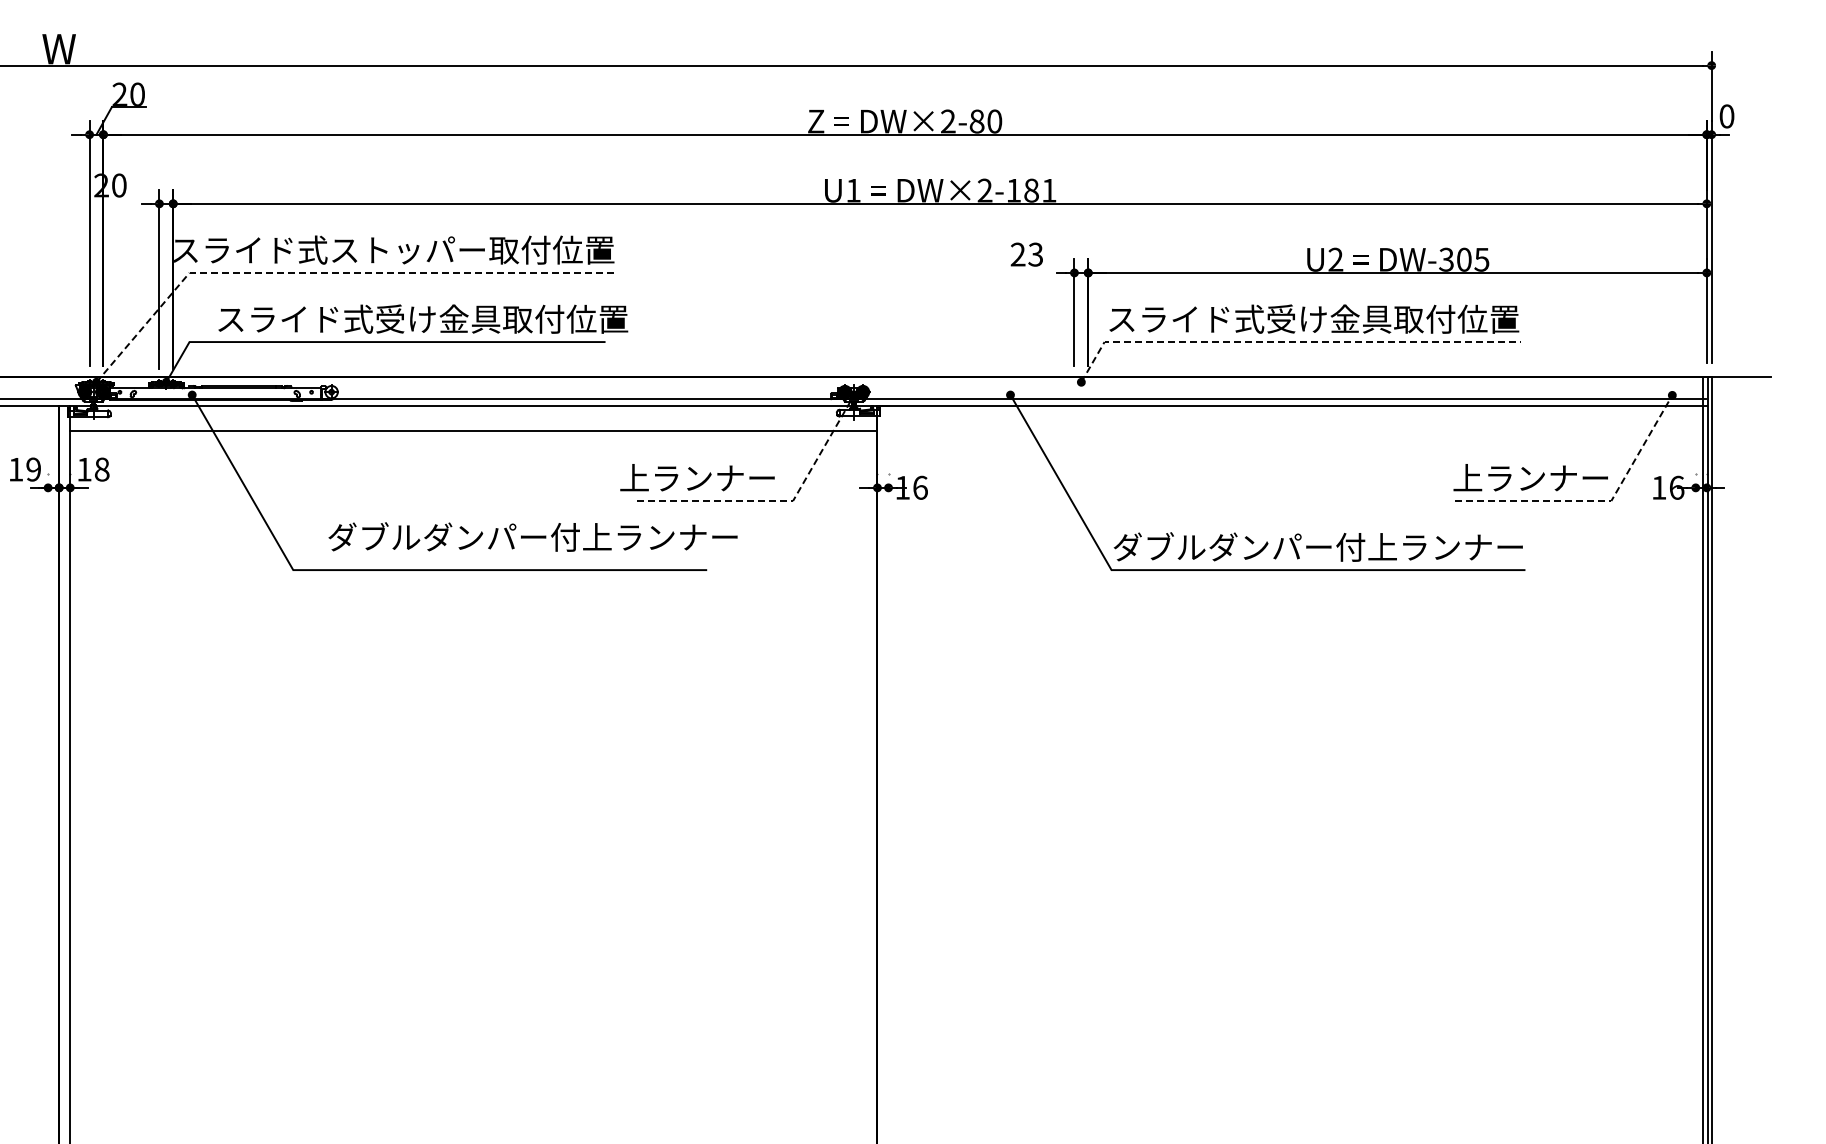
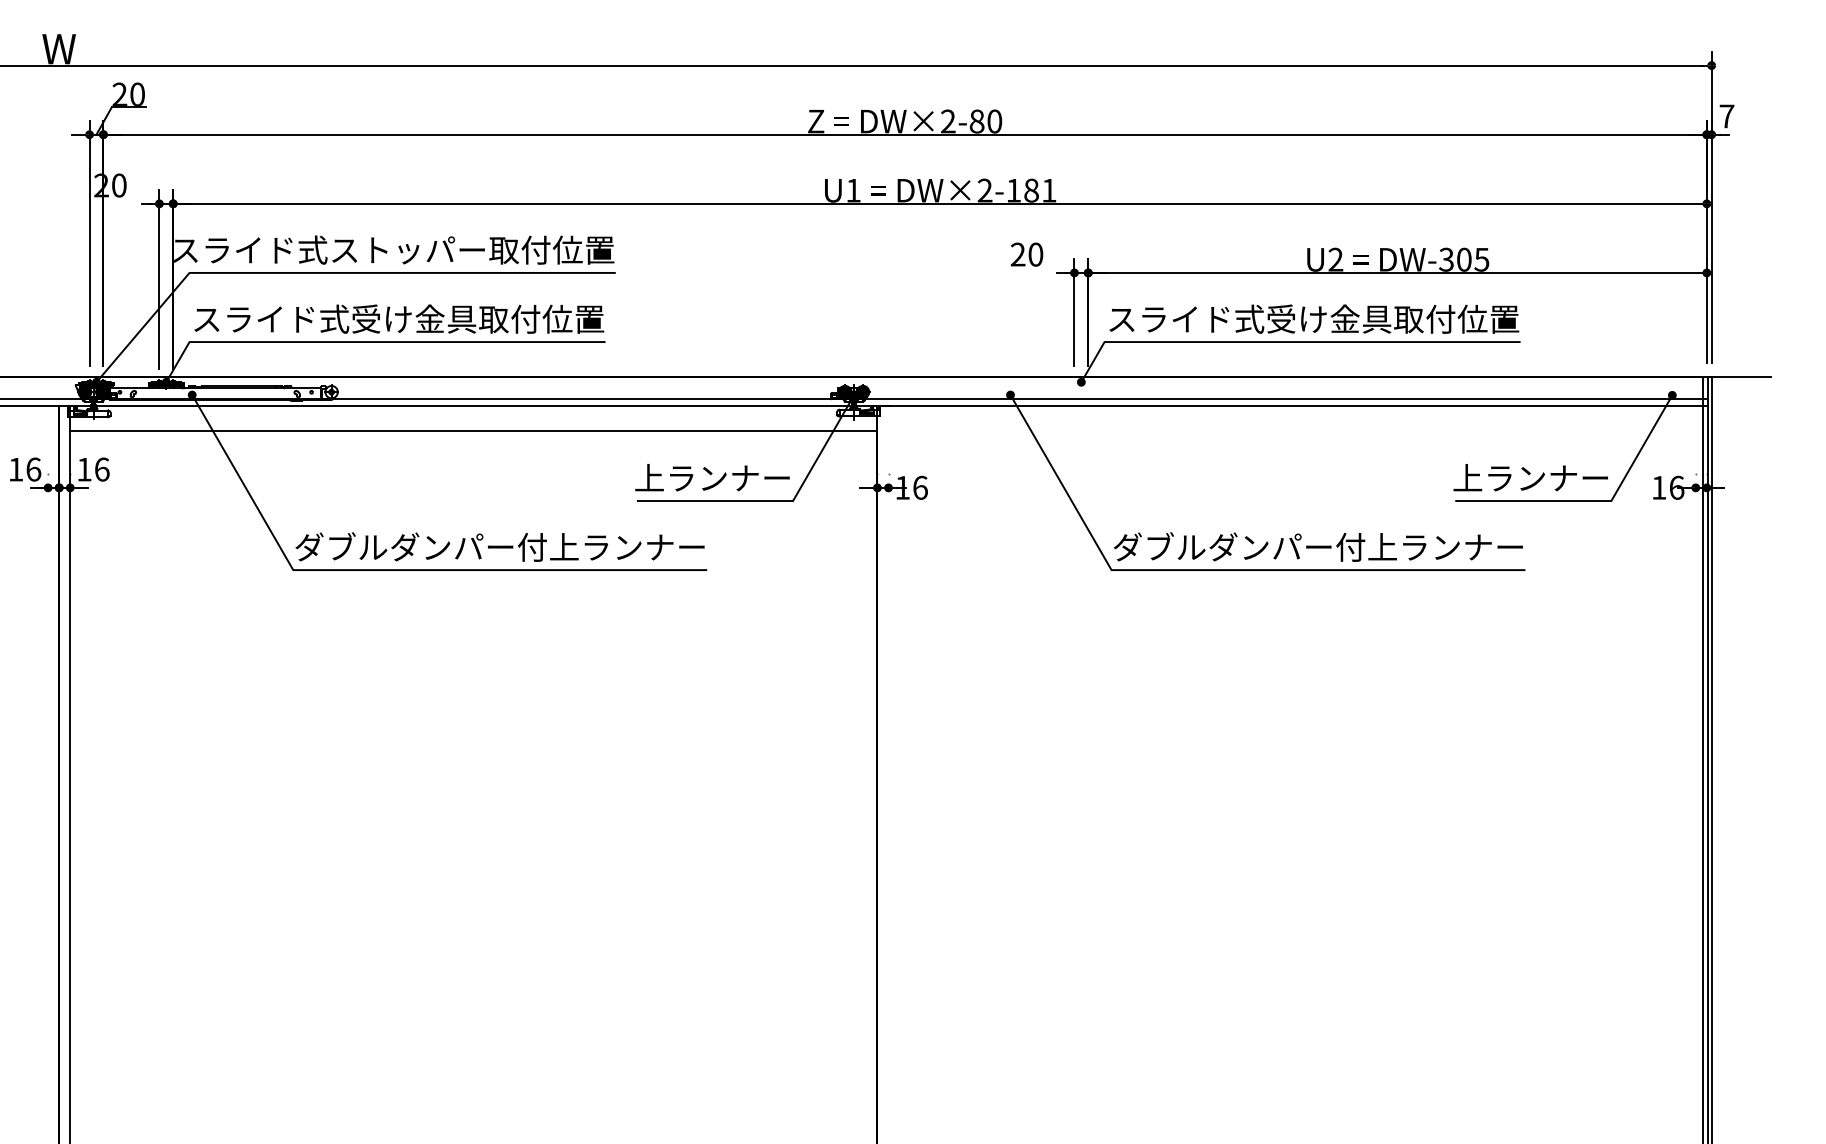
text at (1726, 116): 0 -> 7
text at (1035, 254): 23 -> 20
line at (330, 272): dashed -> solid
text at (423, 318) position: (423, 318) -> (399, 318)
line at (1289, 342): dashed -> solid
text at (33, 469): 19 -> 16
text at (101, 469): 18 -> 16
text at (697, 477) position: (697, 477) -> (712, 477)
line at (776, 501): dashed -> solid
line at (1594, 501): dashed -> solid
text at (532, 536) position: (532, 536) -> (499, 546)
